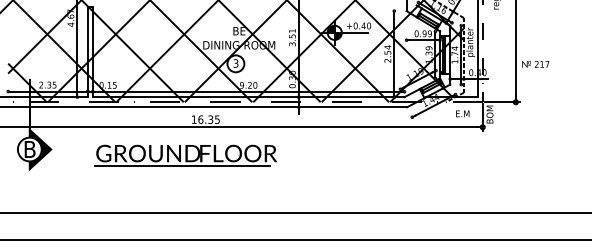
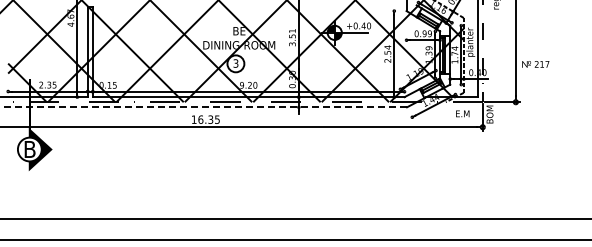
line at (203, 107): solid -> dashed
part at (185, 155): present -> none
line at (295, 212) position: (295, 212) -> (295, 218)
